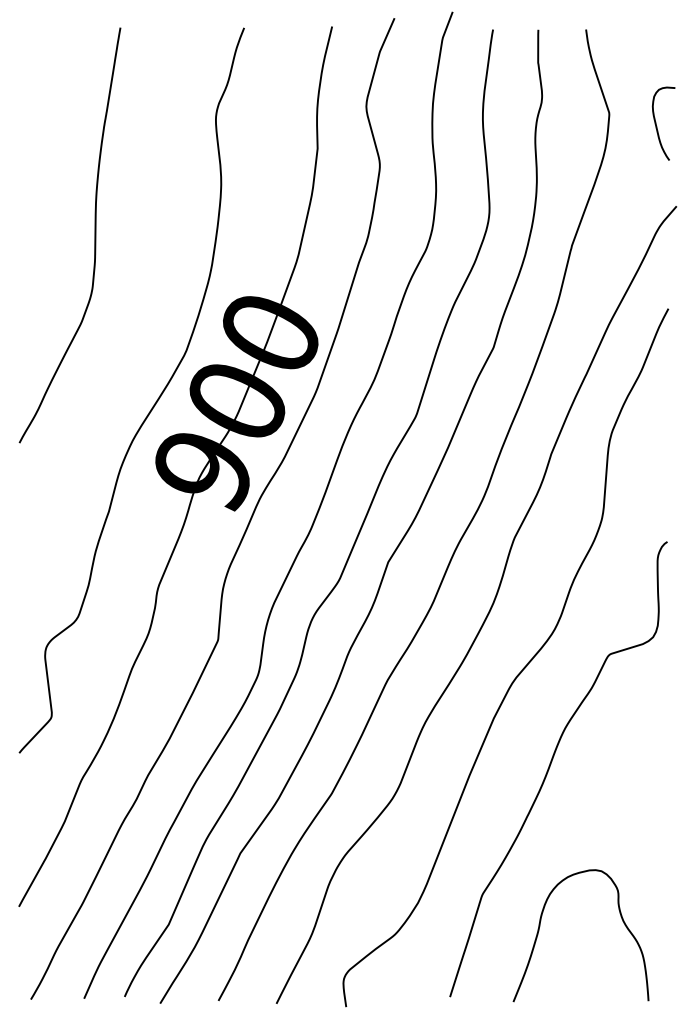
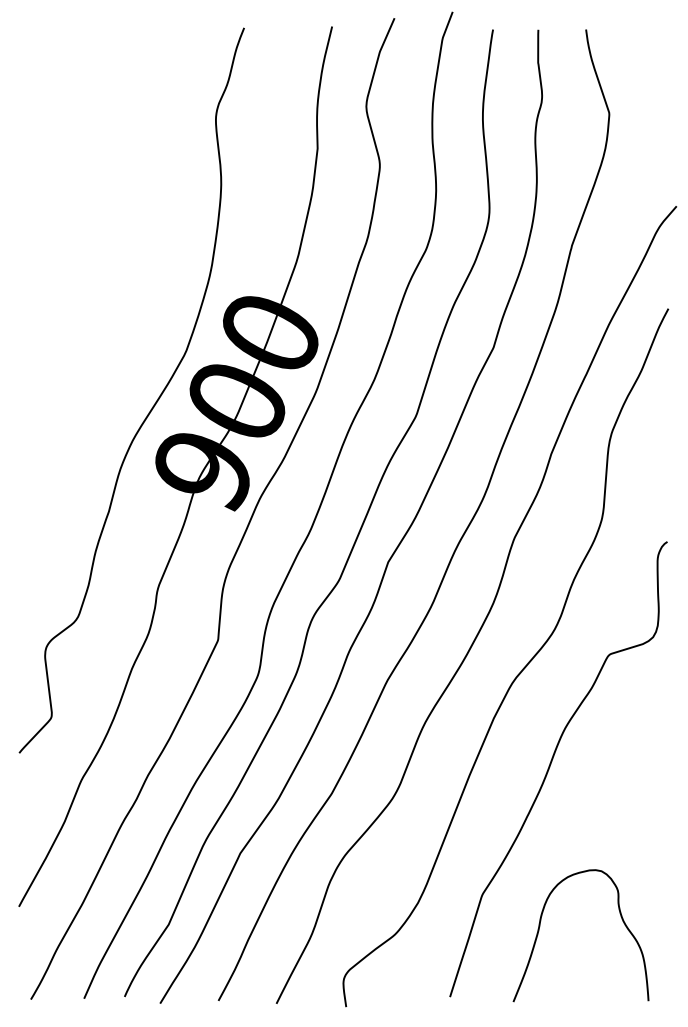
curve at (657, 126): present -> none
curve at (94, 235): present -> none
